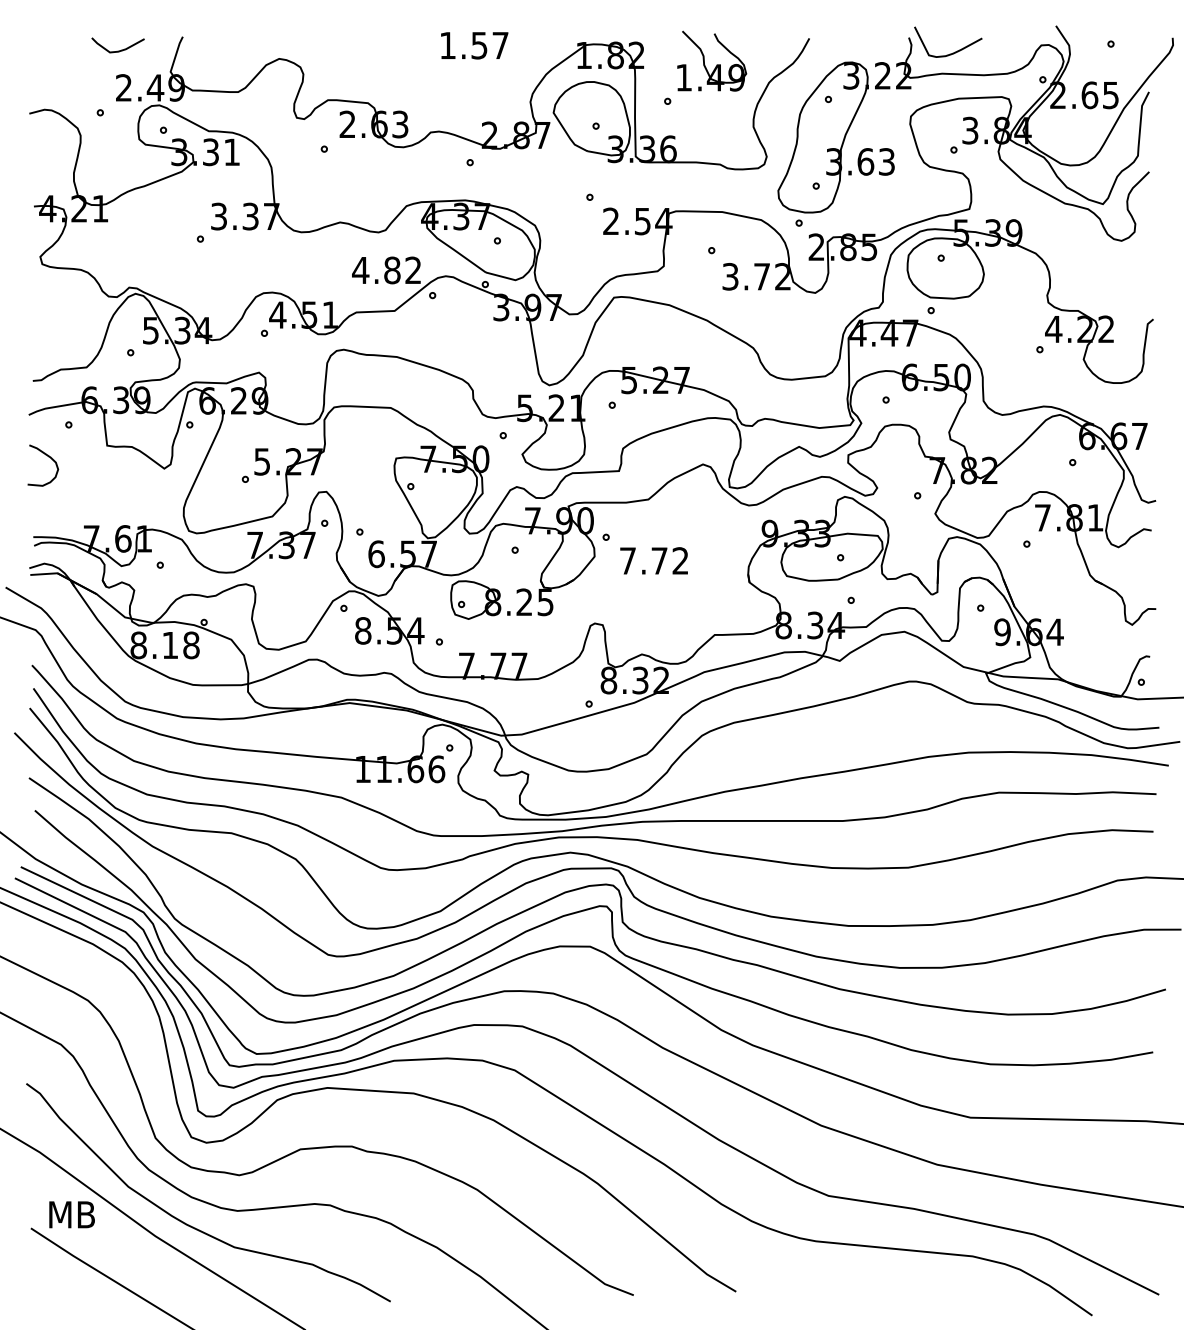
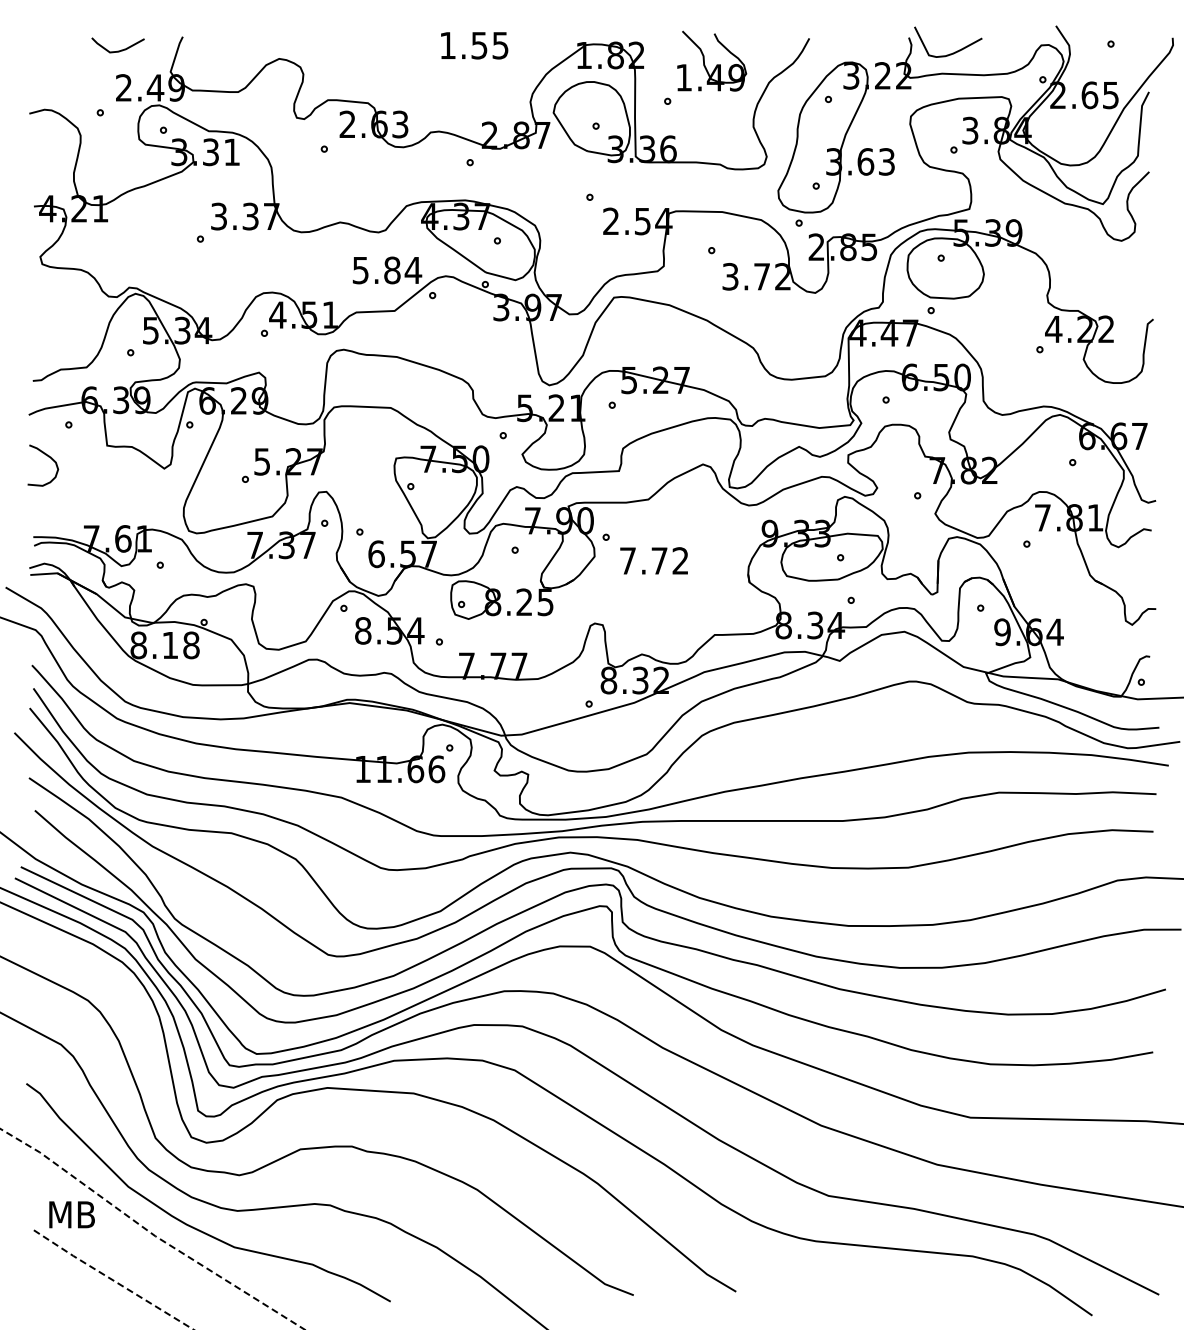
text at (500, 45): 1.57 -> 1.55
text at (387, 270): 4.82 -> 5.84
line at (150, 1232): solid -> dashed
line at (110, 1278): solid -> dashed
